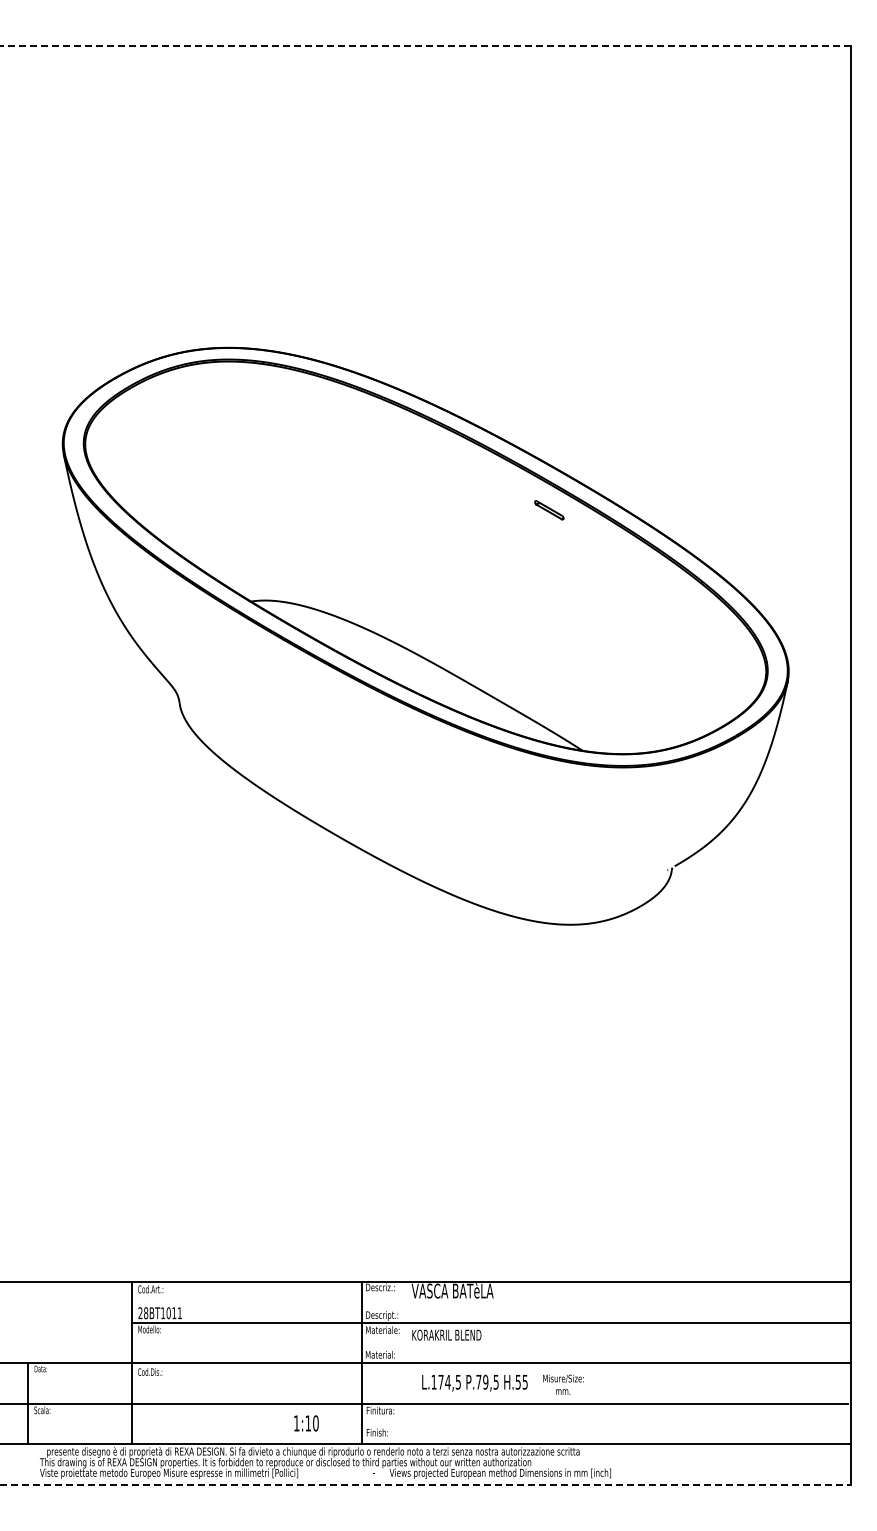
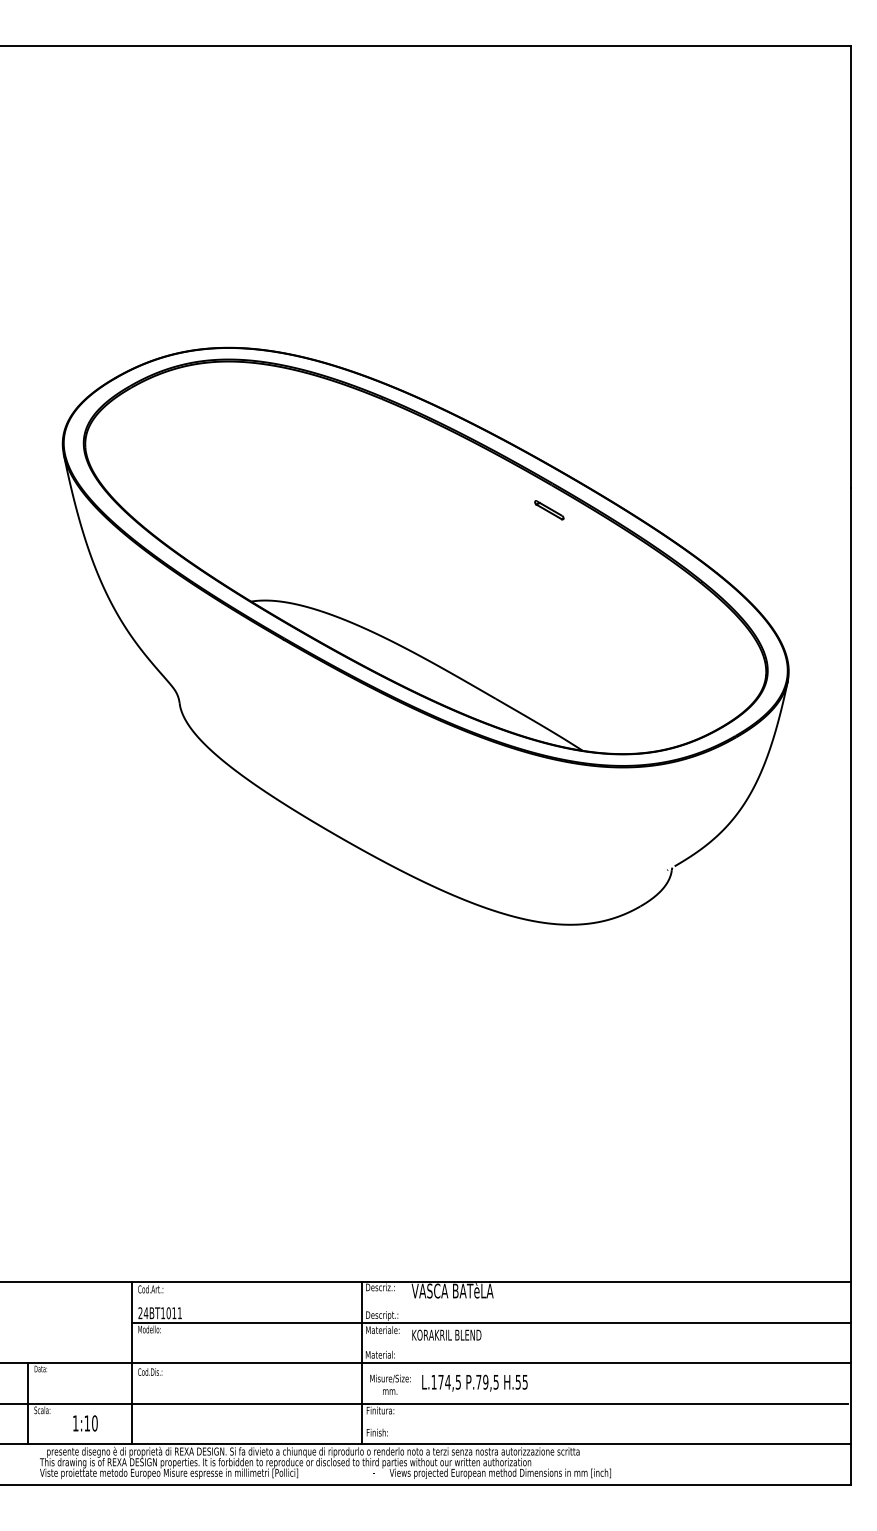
line at (425, 45): dashed -> solid
text at (145, 1313): 28BT1011 -> 24BT1011
text at (563, 1384) position: (563, 1384) -> (390, 1384)
text at (306, 1423) position: (306, 1423) -> (85, 1423)
line at (425, 1485): dashed -> solid
